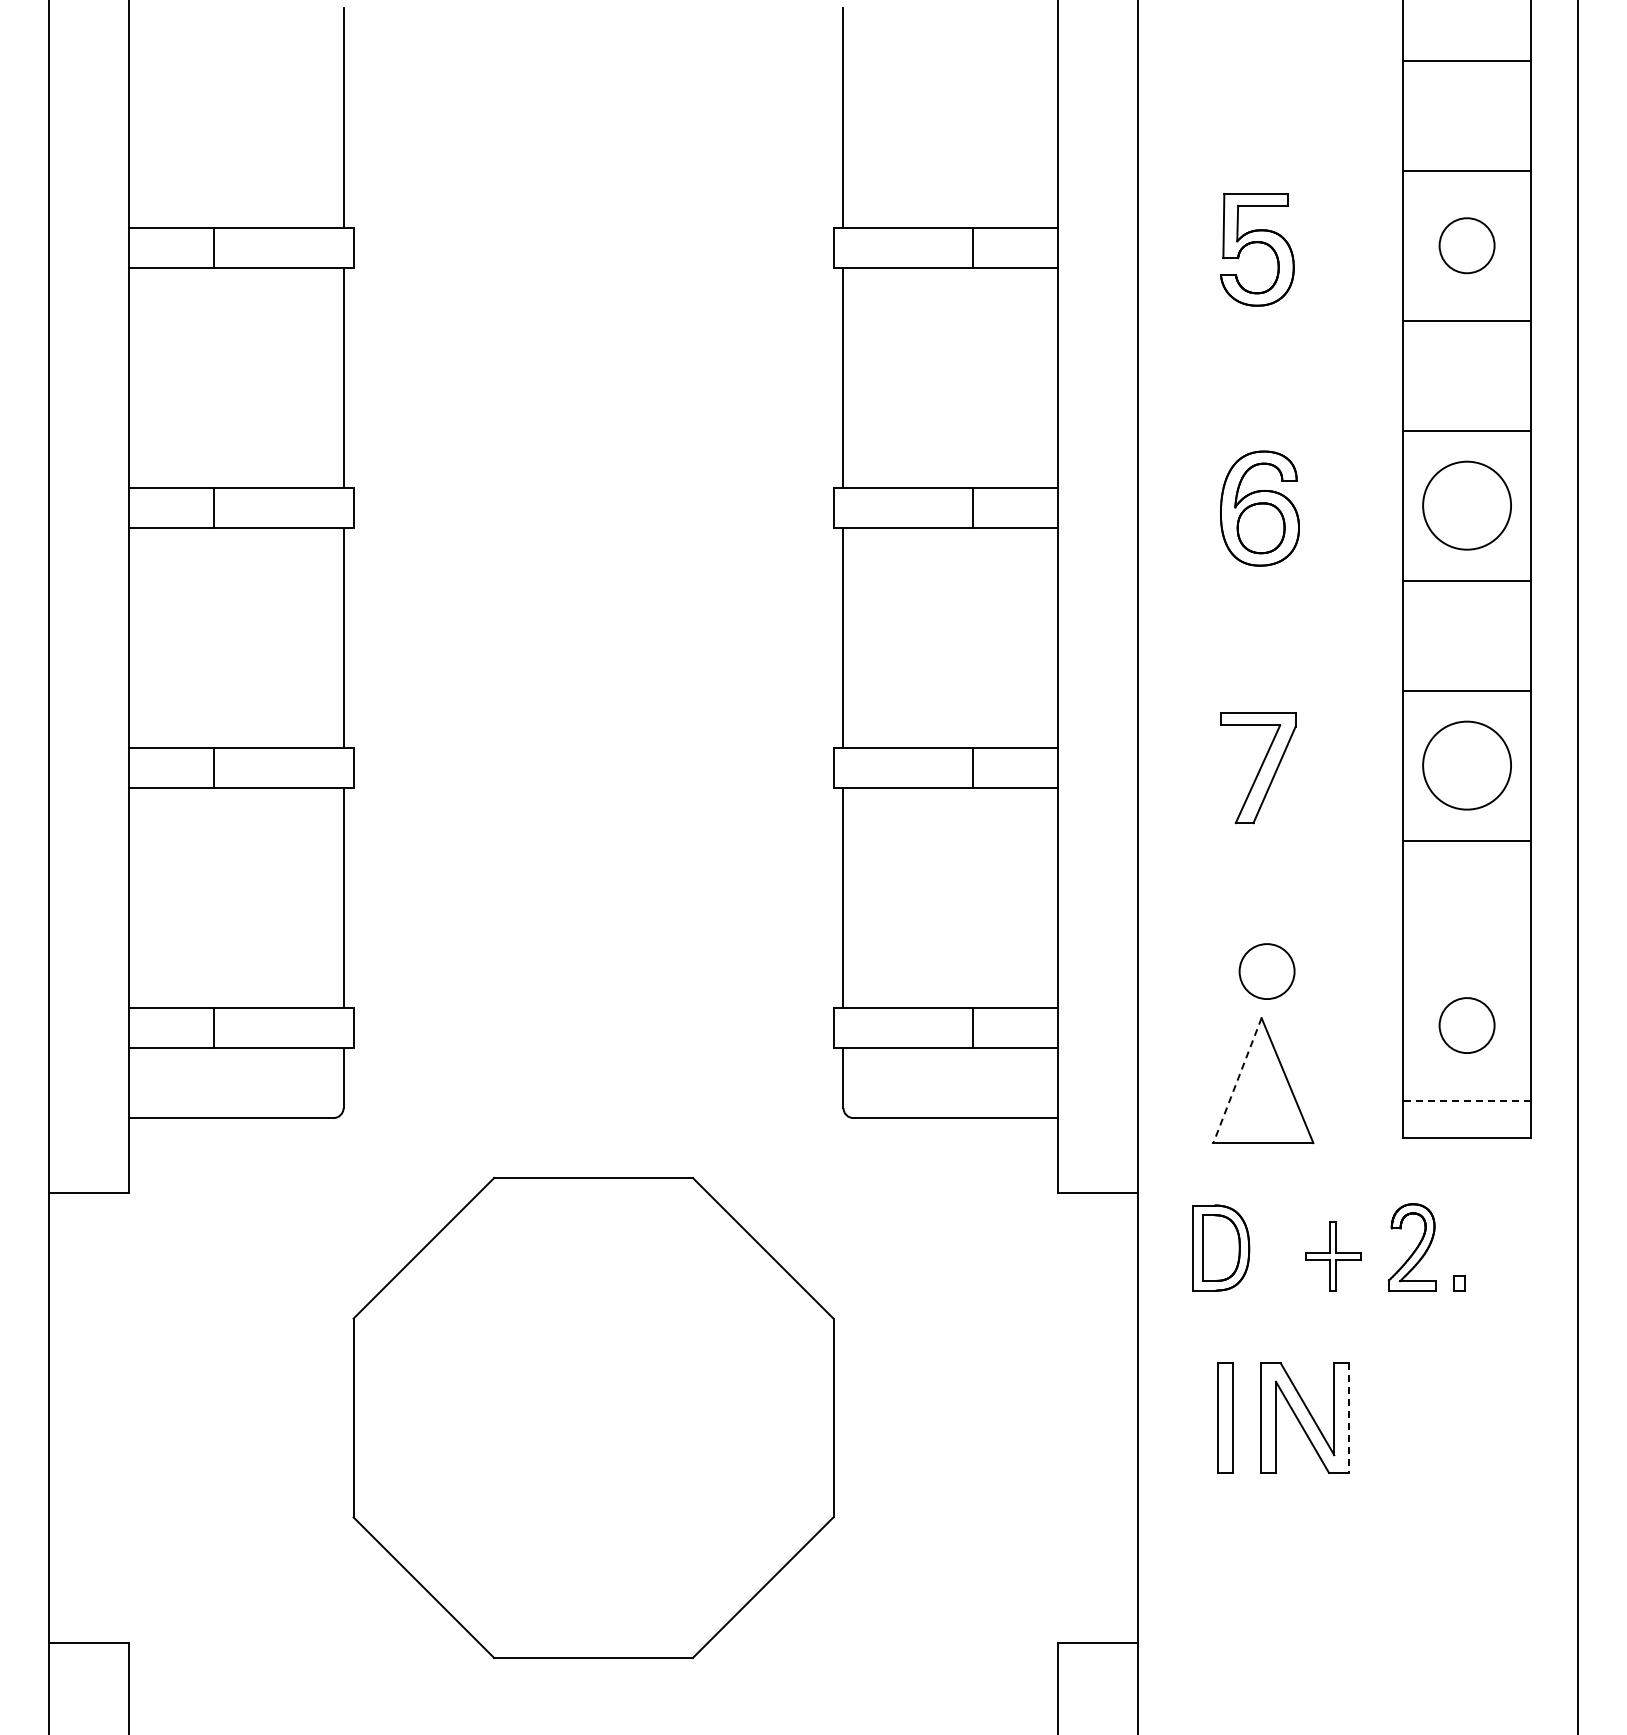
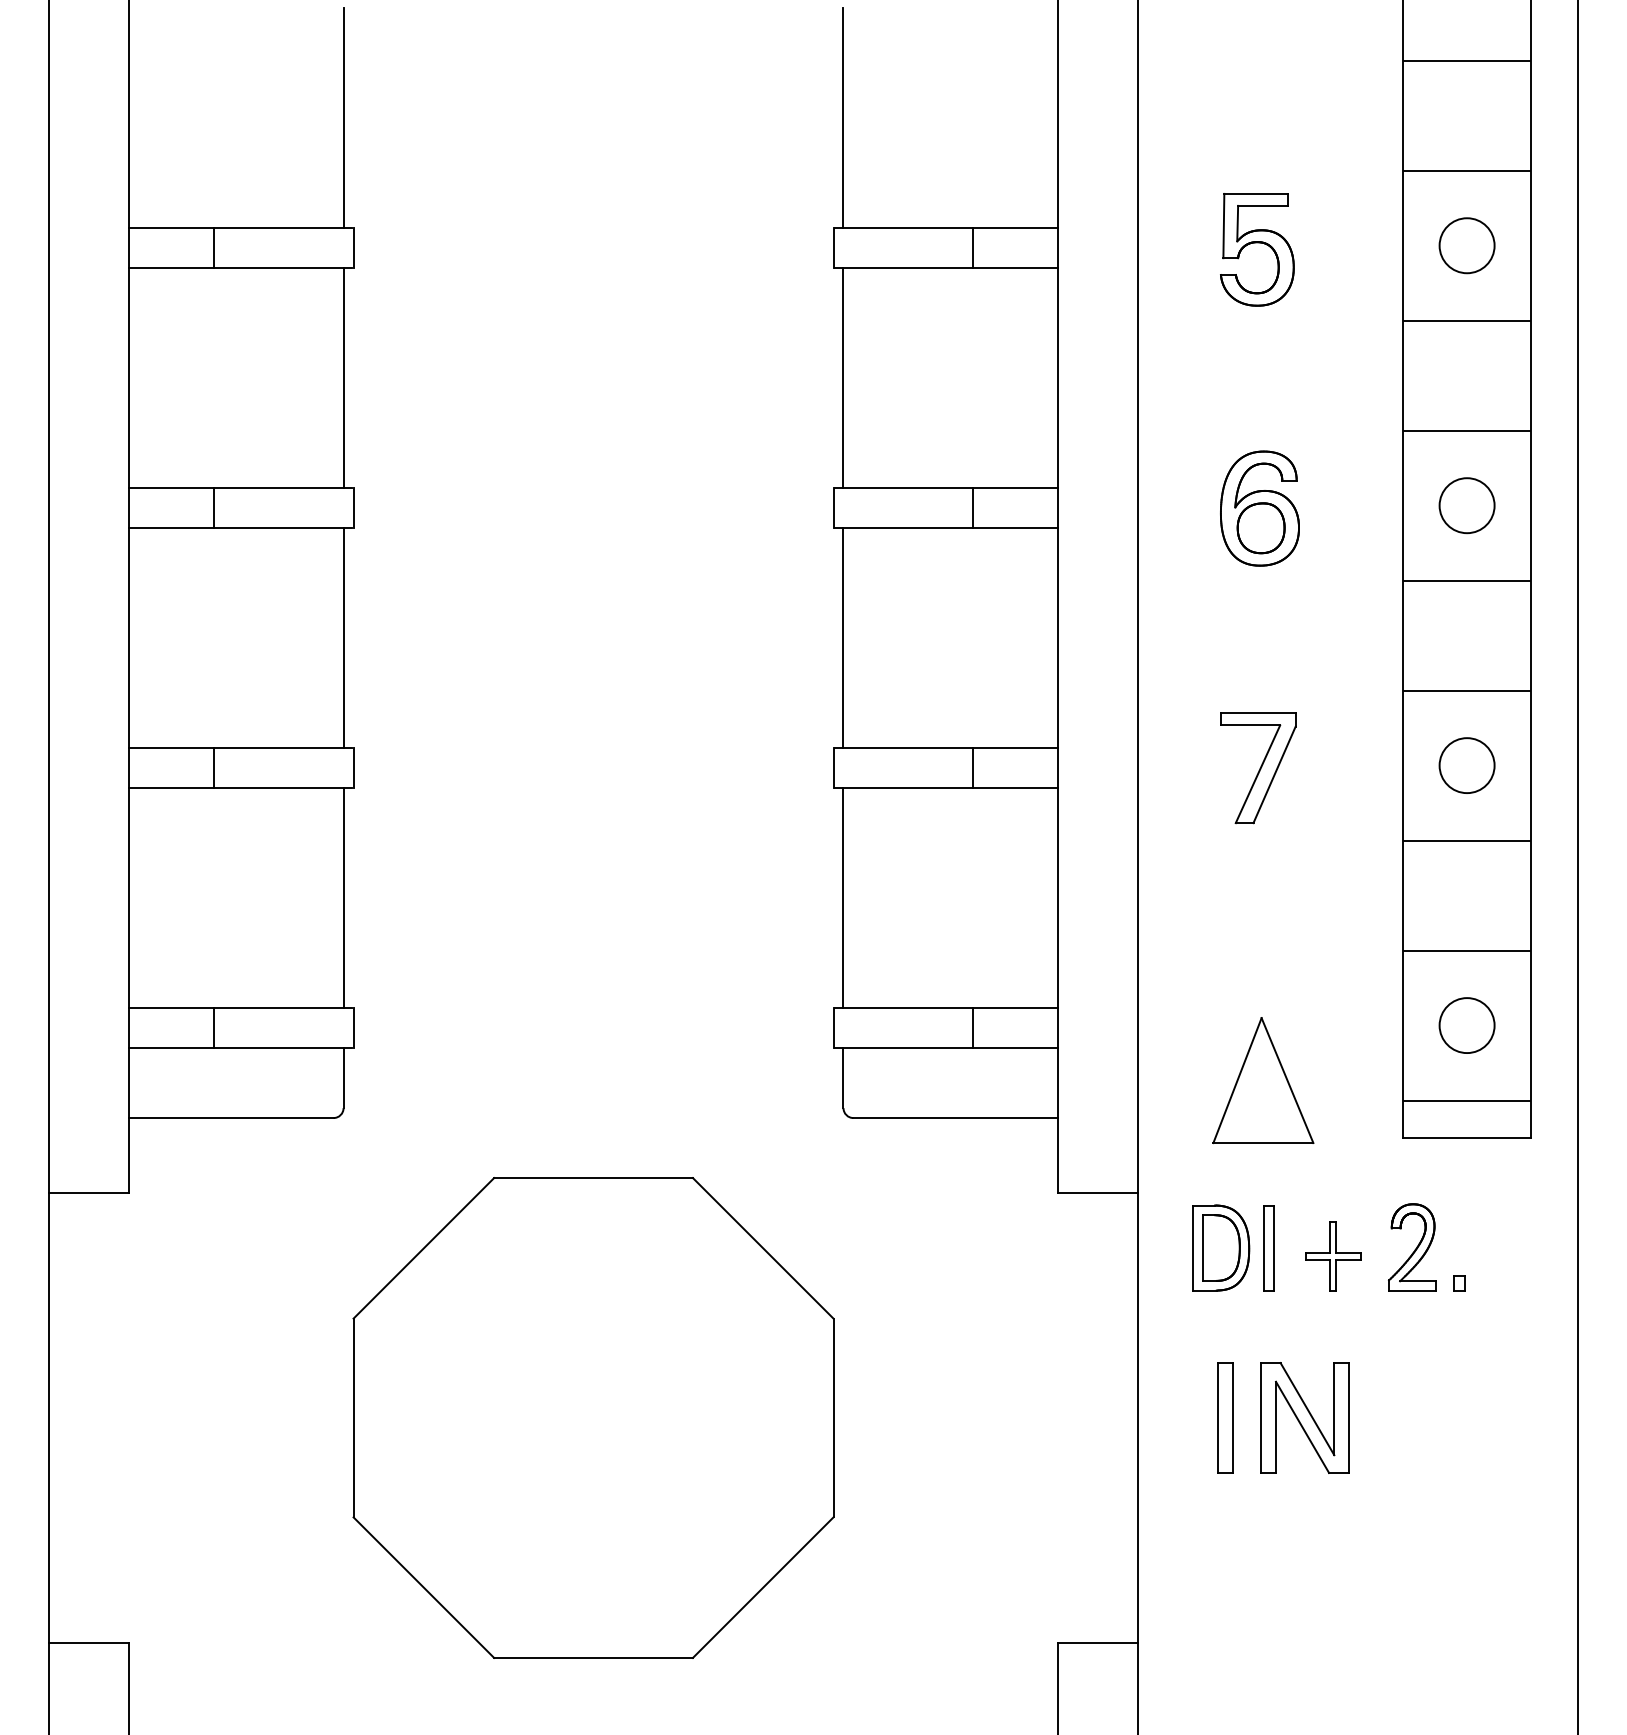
circle at (1467, 505) diameter: 88 px -> 55 px
circle at (1467, 765) diameter: 88 px -> 55 px
line at (1466, 950): none -> present
circle at (1266, 971): present -> none
line at (1237, 1080): dashed -> solid
line at (1467, 1100): dashed -> solid
part at (1268, 1248): none -> present
line at (1349, 1418): dashed -> solid
